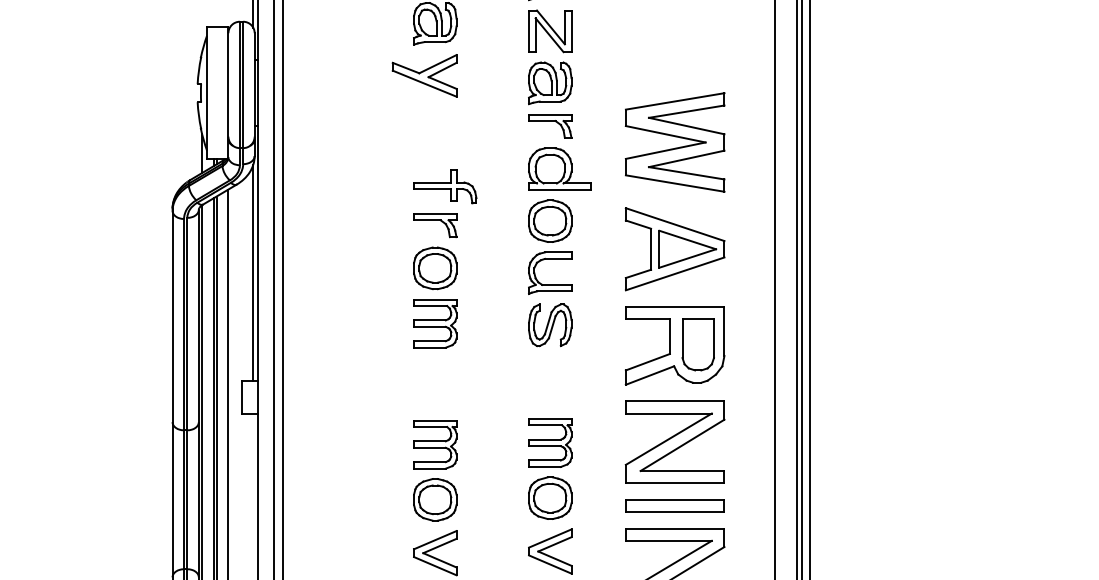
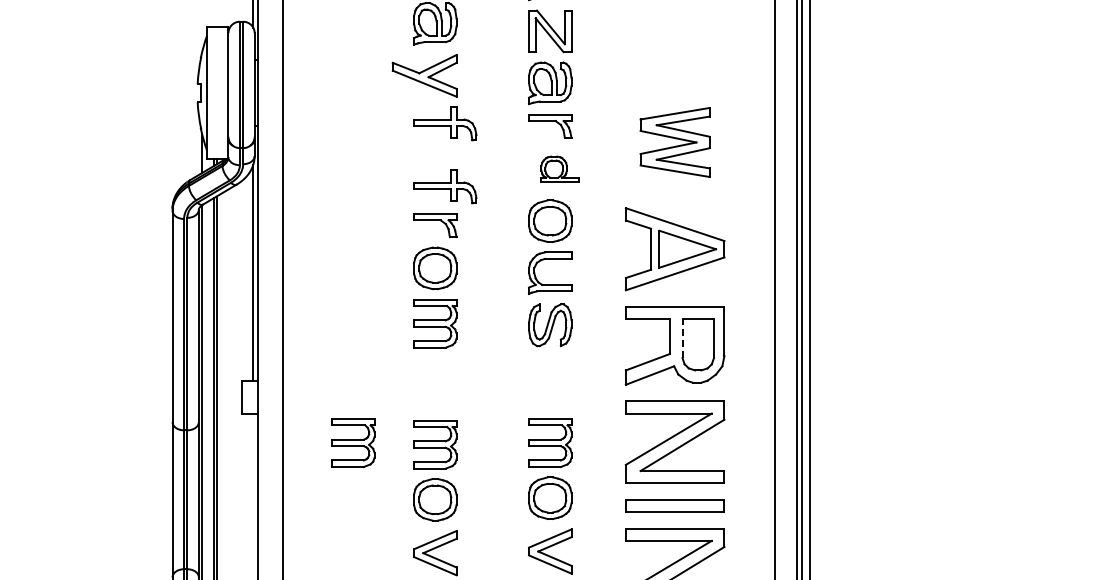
part at (445, 123): none -> present
part at (674, 142) size: 102x101 px -> 72x71 px
part at (559, 168) size: 64x44 px -> 40x28 px
line at (274, 289): present -> none
line at (682, 338): solid -> dashed
line at (228, 382): present -> none
part at (353, 442): none -> present
